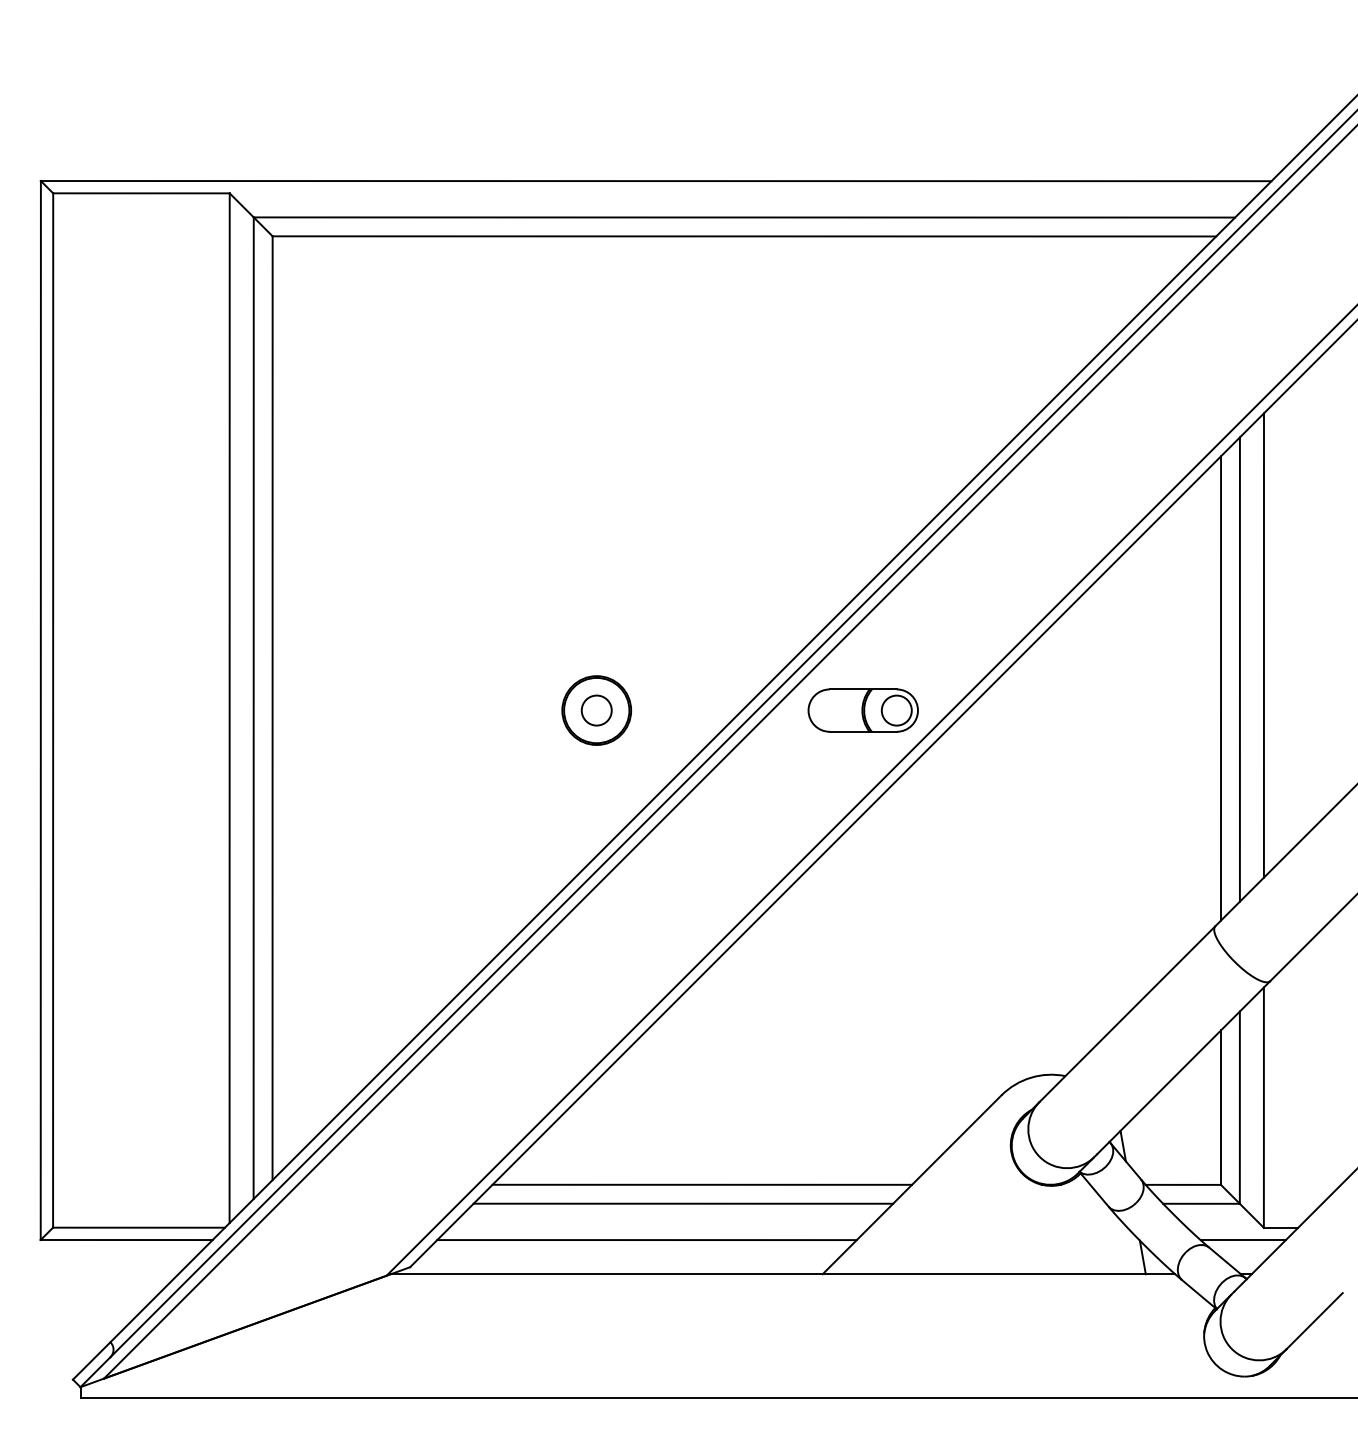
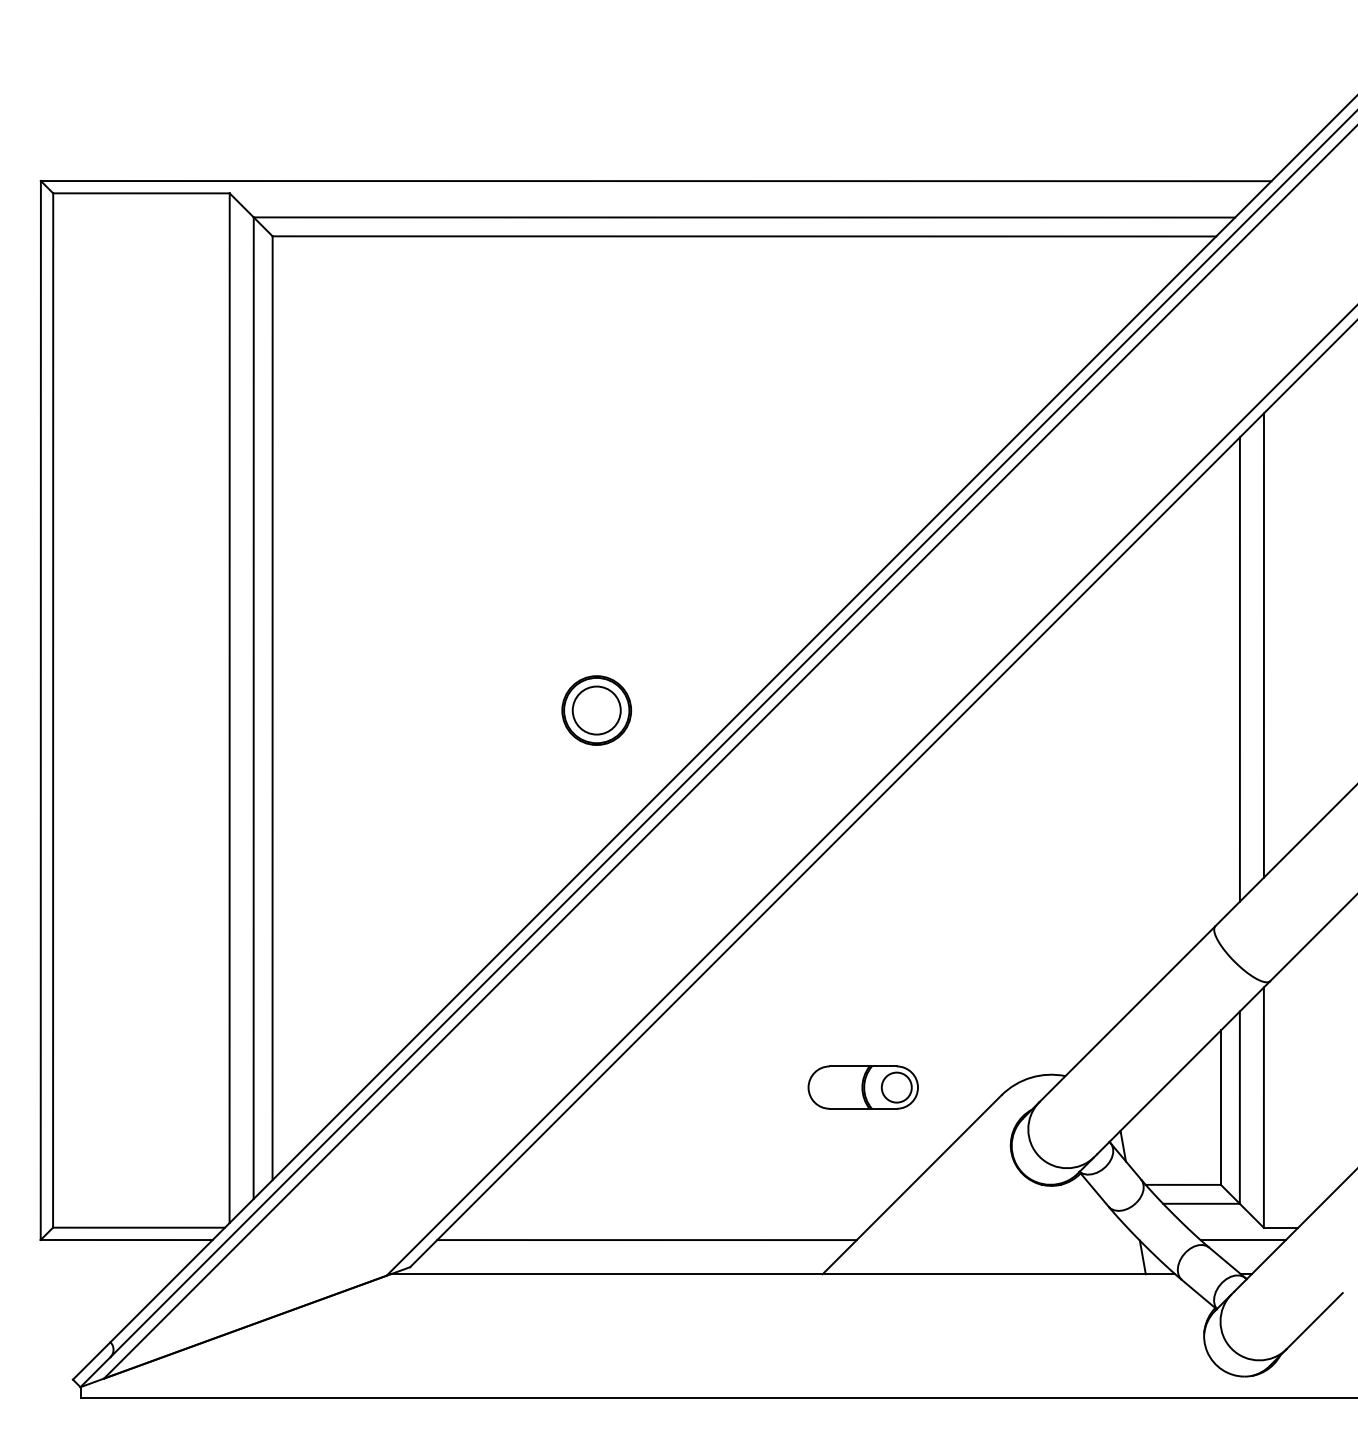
line at (1220, 688): present -> none
circle at (596, 710) diameter: 30 px -> 48 px
part at (862, 710) position: (862, 710) -> (862, 1087)
line at (702, 1184): present -> none
line at (683, 1203): present -> none
